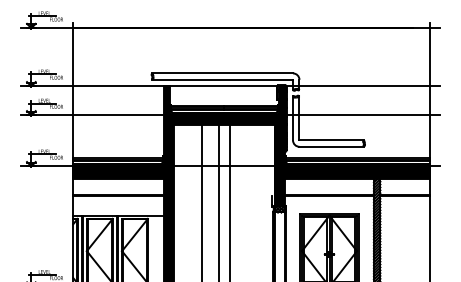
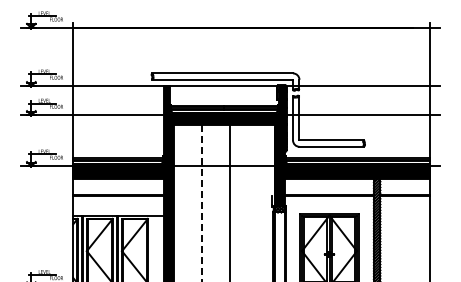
line at (219, 201): present -> none
line at (201, 203): solid -> dashed
